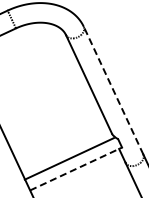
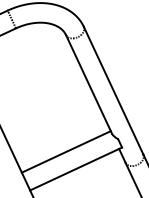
line at (113, 90): dashed -> solid
line at (68, 158) position: (68, 158) -> (65, 151)
line at (75, 169): dashed -> solid
